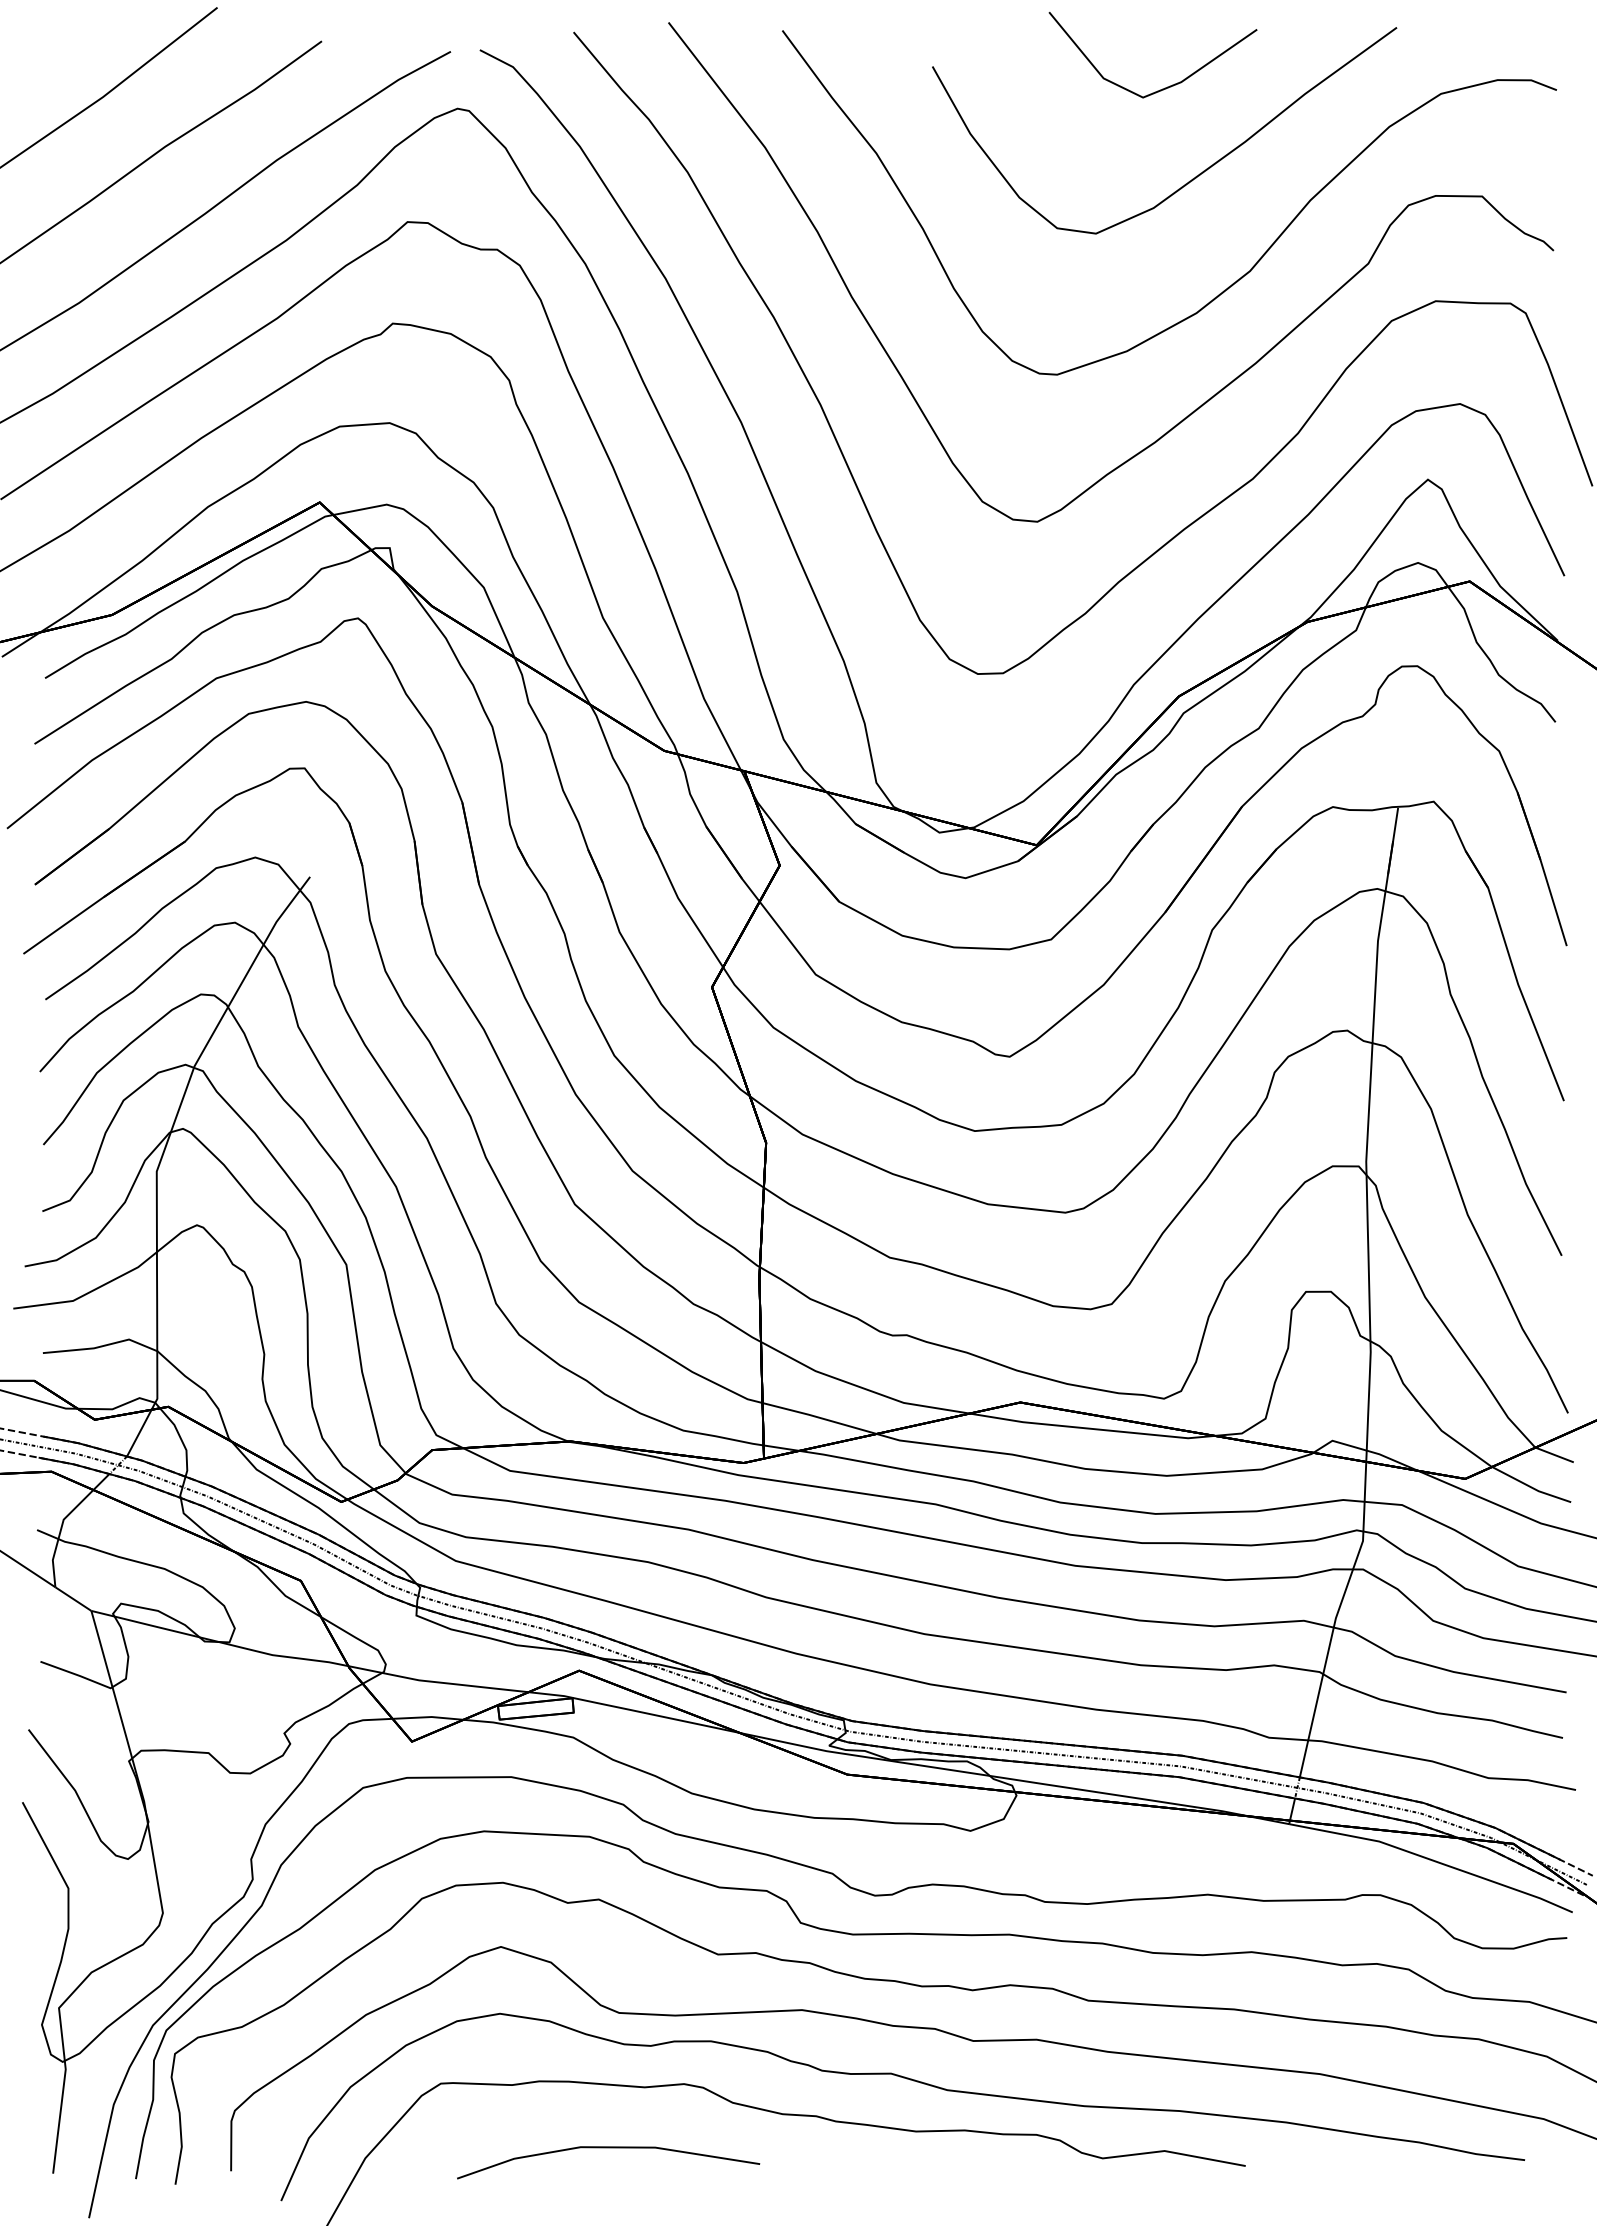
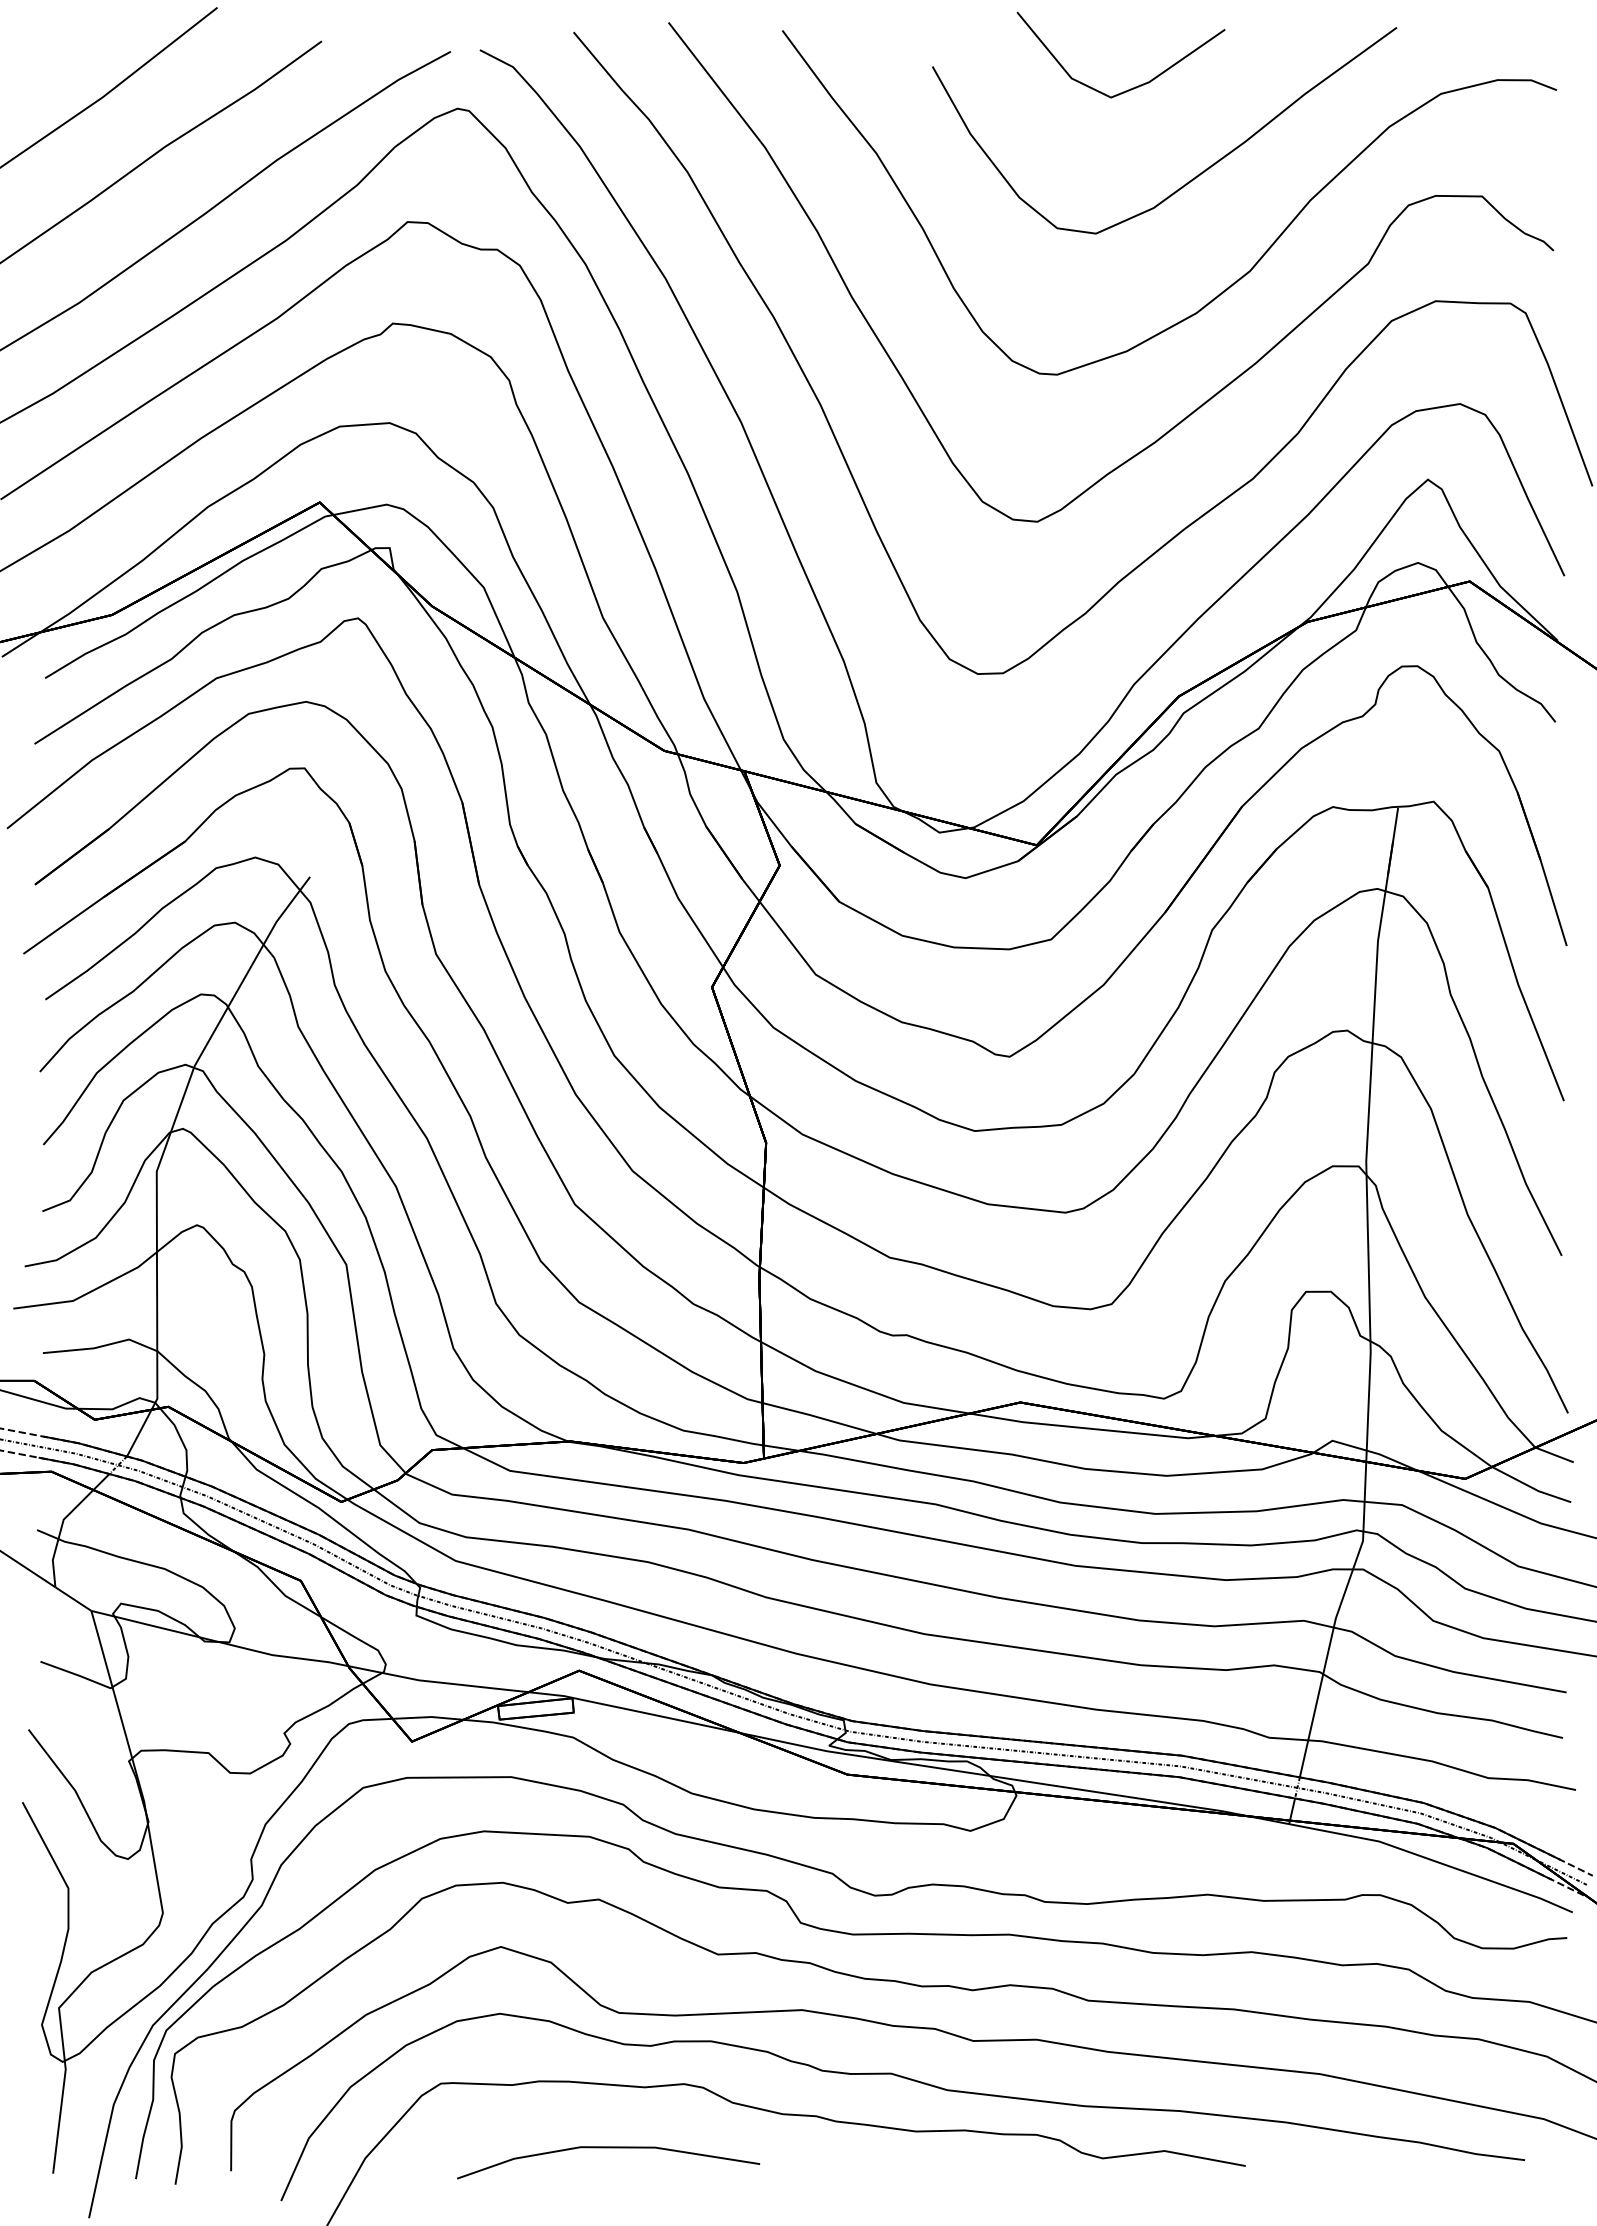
part at (1167, 86) position: (1167, 86) -> (1135, 86)
